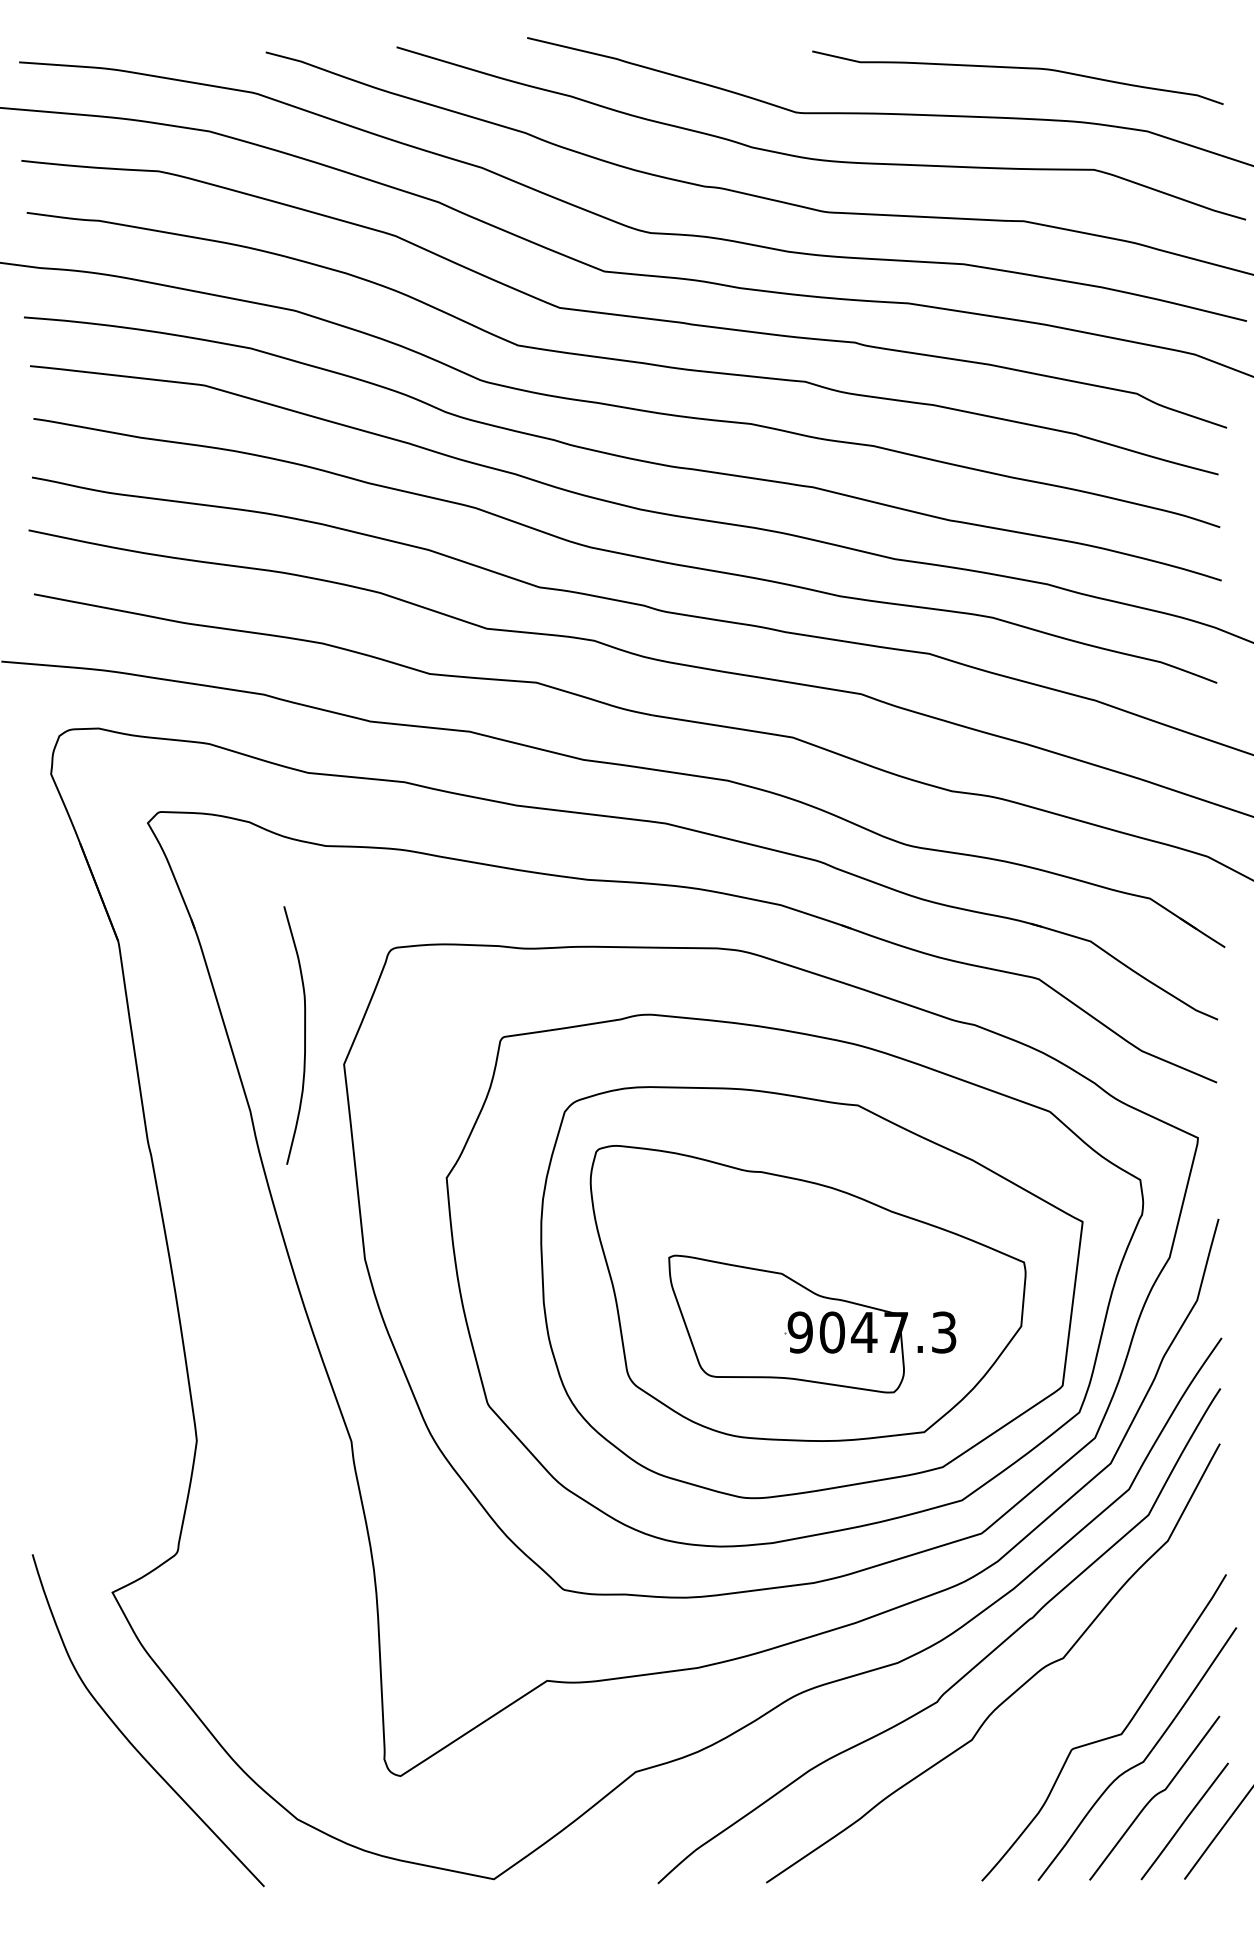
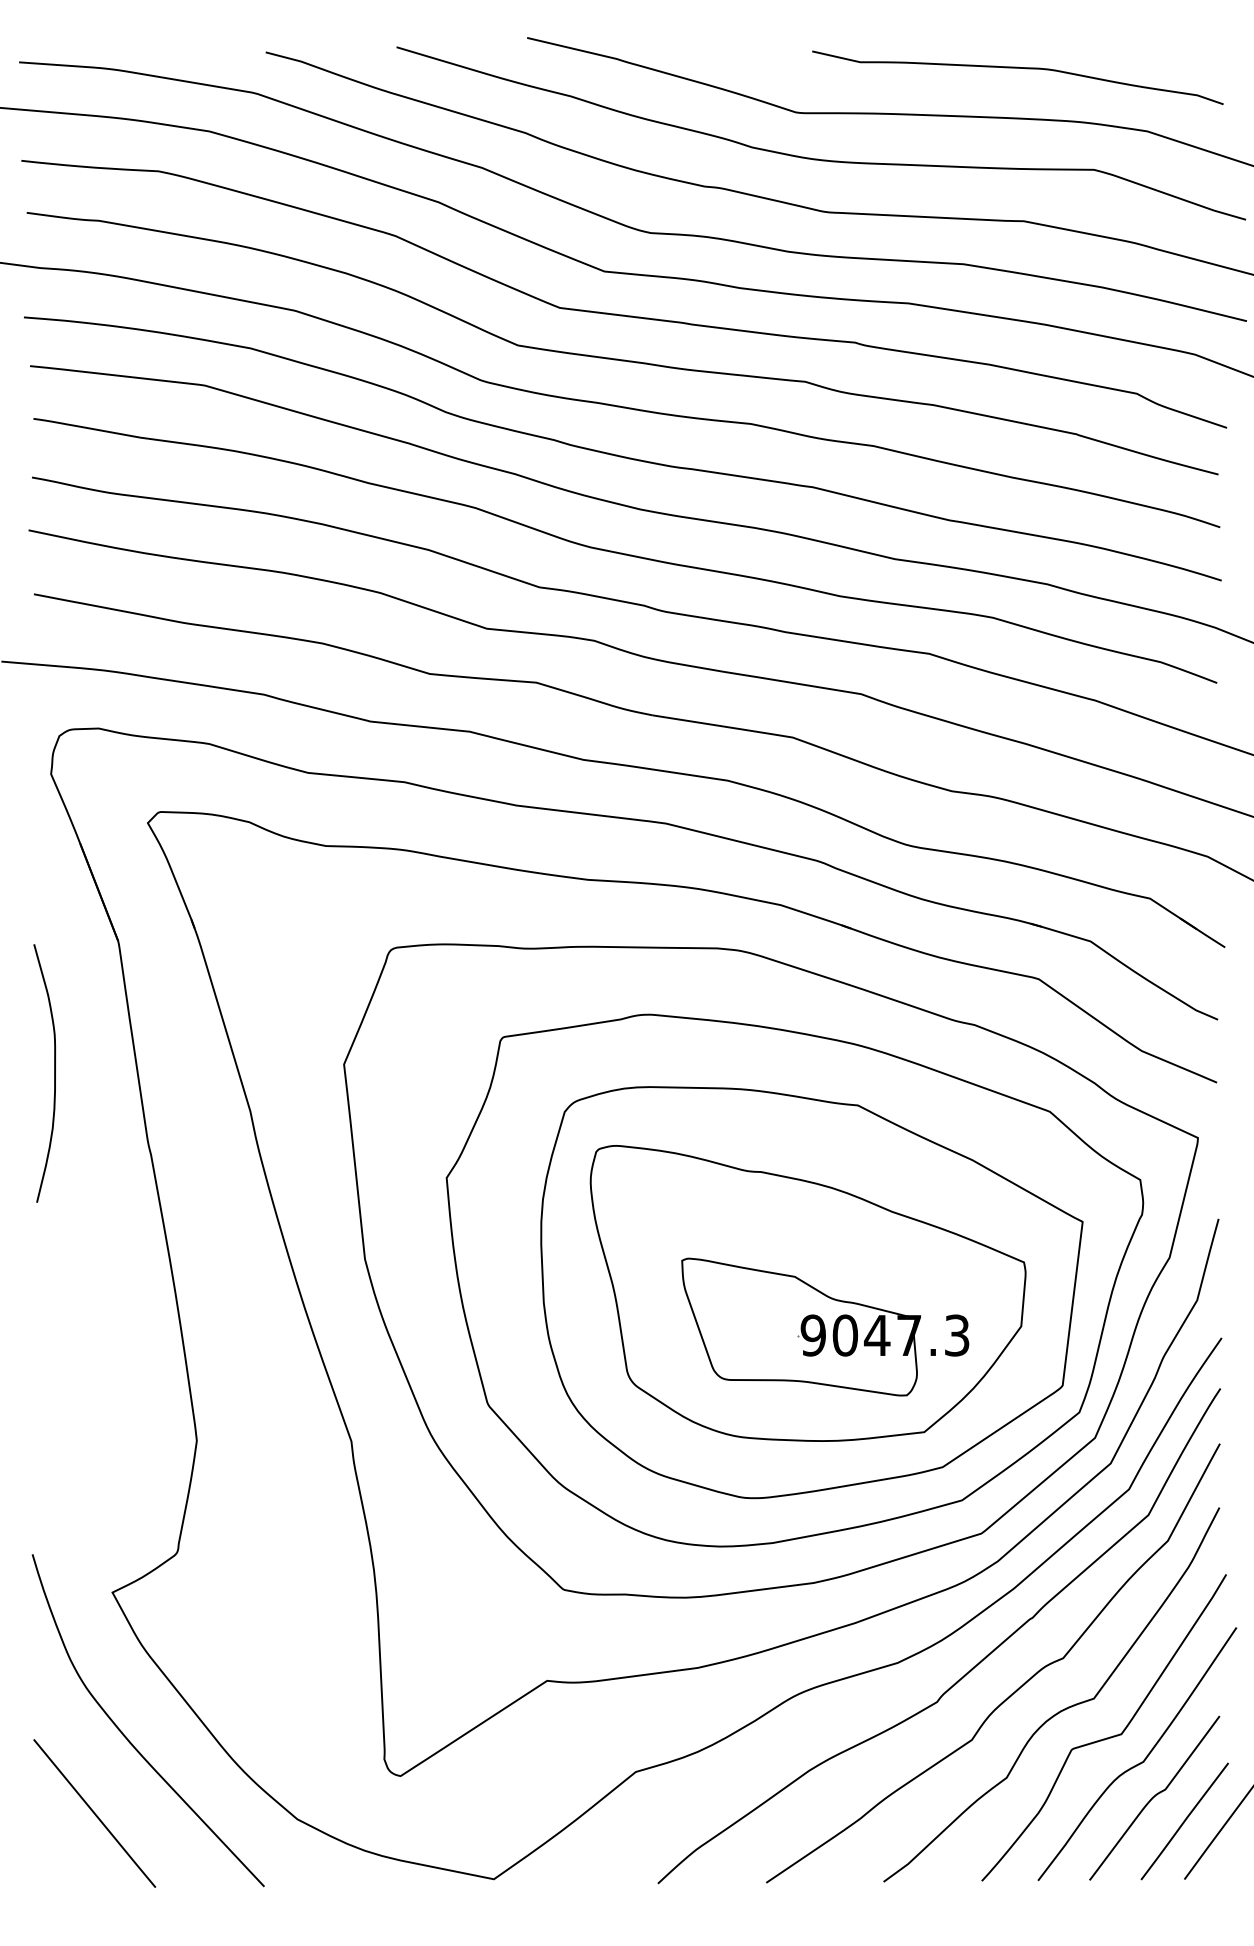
curve at (304, 1035) position: (304, 1035) -> (54, 1073)
part at (812, 1323) position: (812, 1323) -> (825, 1326)
curve at (1060, 1710): none -> present
line at (94, 1813): none -> present
